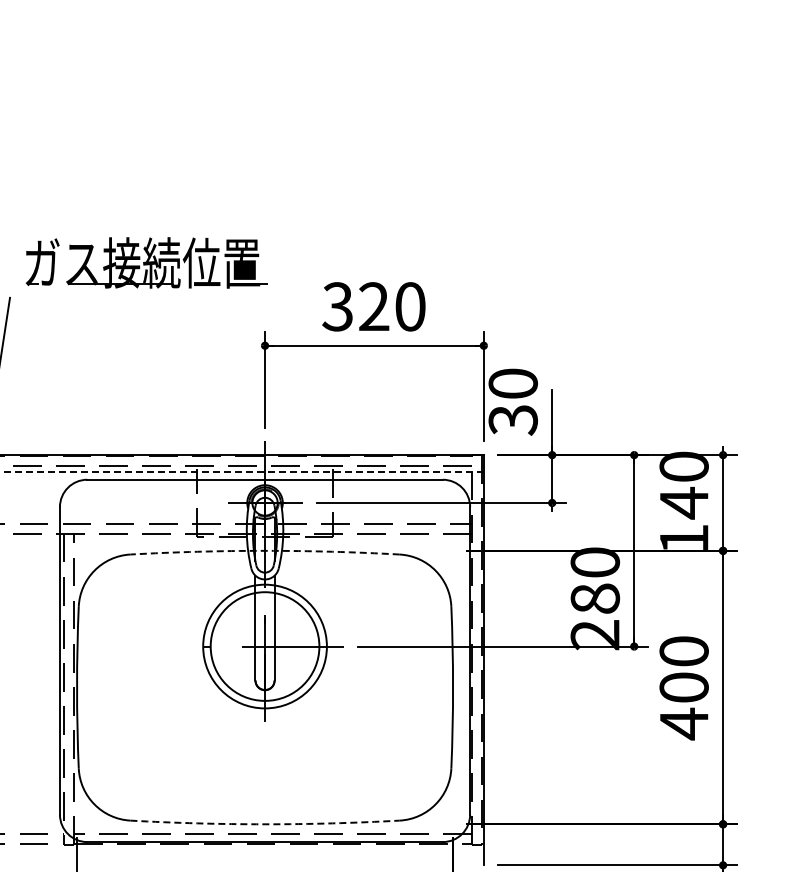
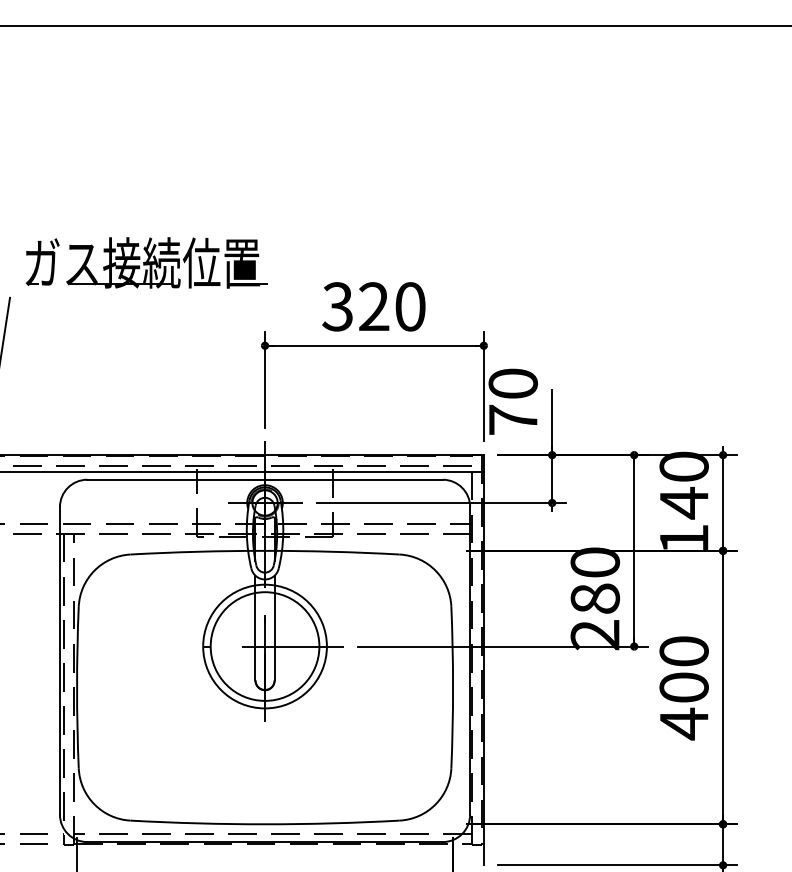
line at (395, 26): none -> present
text at (512, 419): 30 -> 70
line at (242, 472): dashed -> solid
arc at (265, 550): dashed -> solid
arc at (265, 824): dashed -> solid
